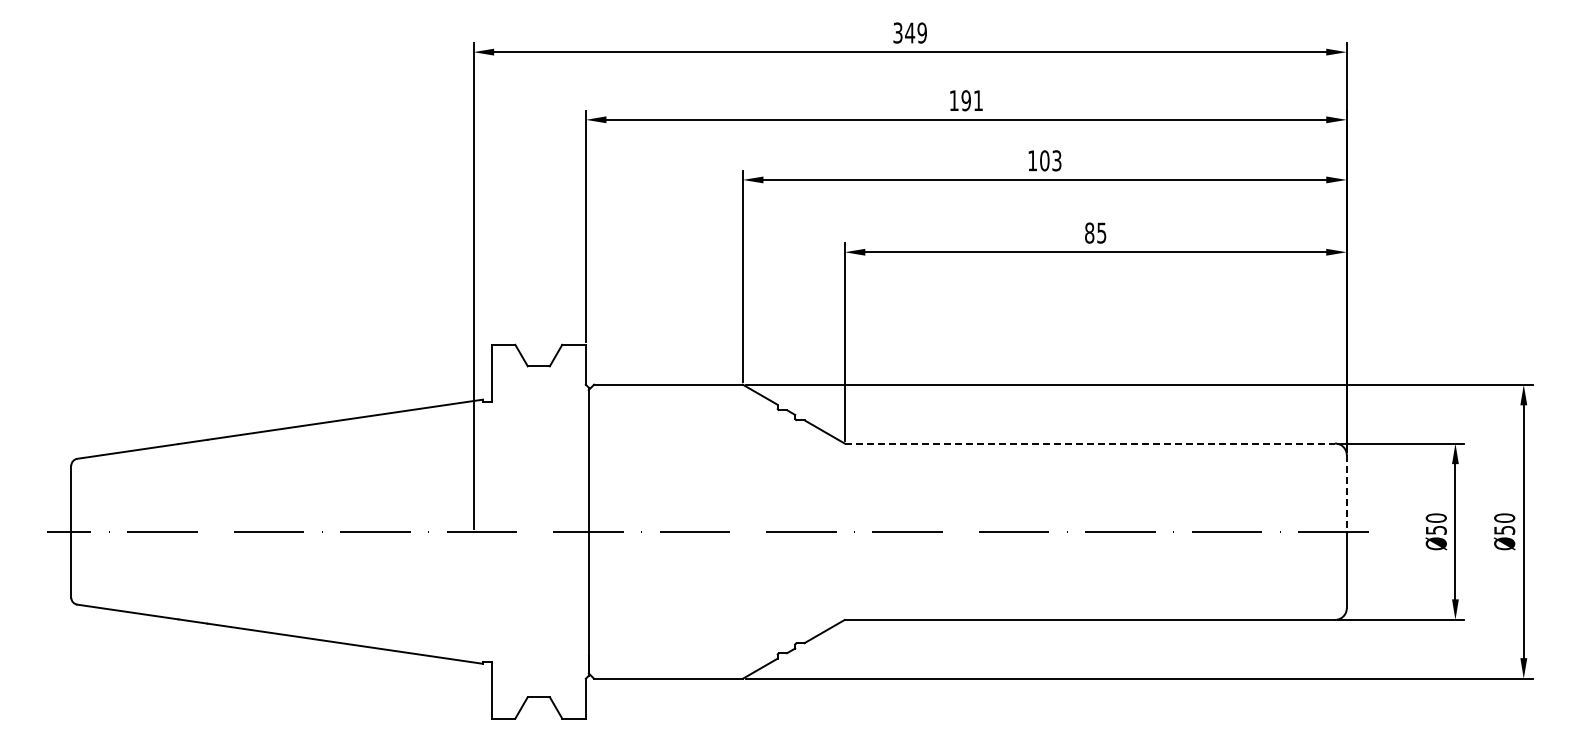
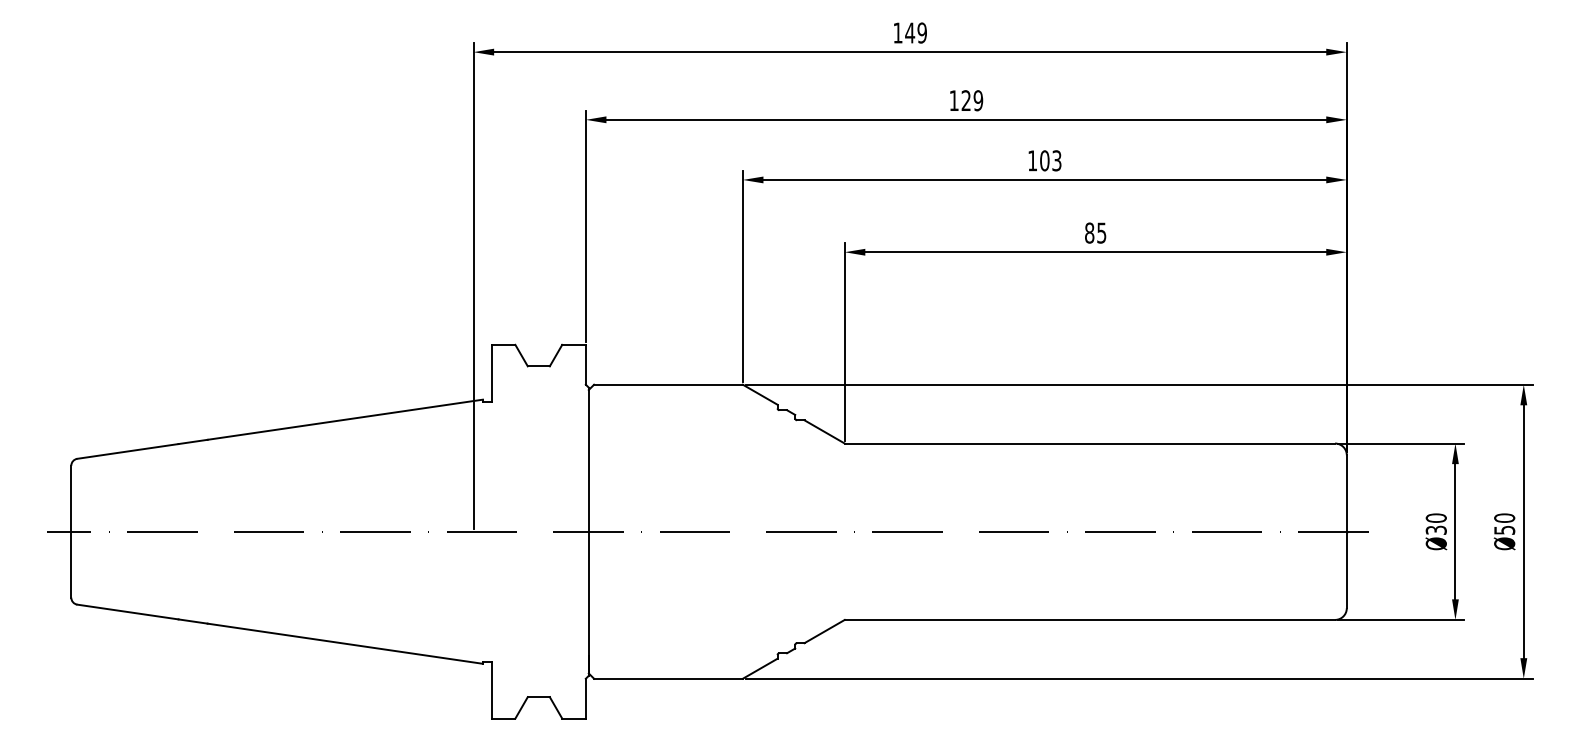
text at (897, 32): 349 -> 149
text at (972, 100): 191 -> 129
line at (1090, 443): dashed -> solid
line at (1346, 494): dashed -> solid
text at (1435, 529): Ø50 -> Ø30
